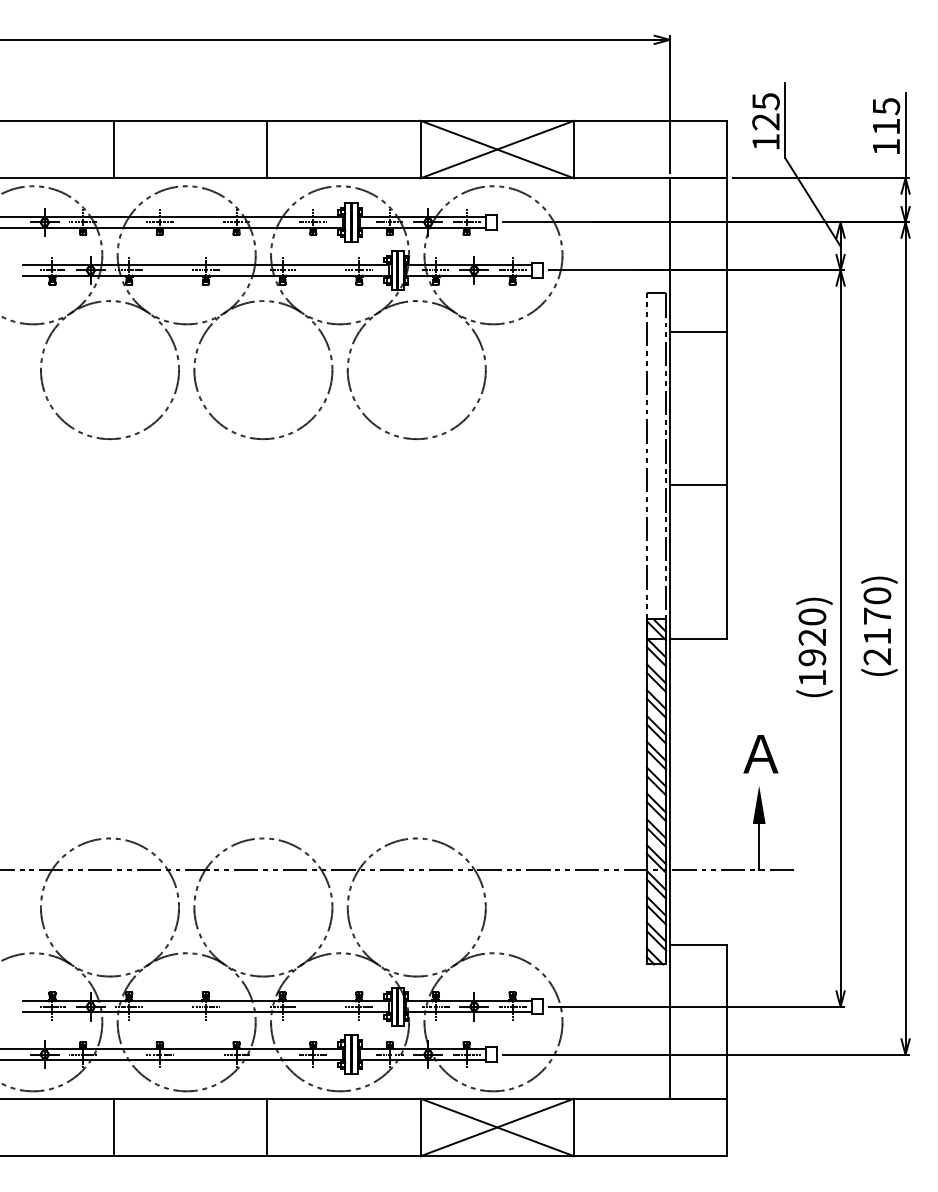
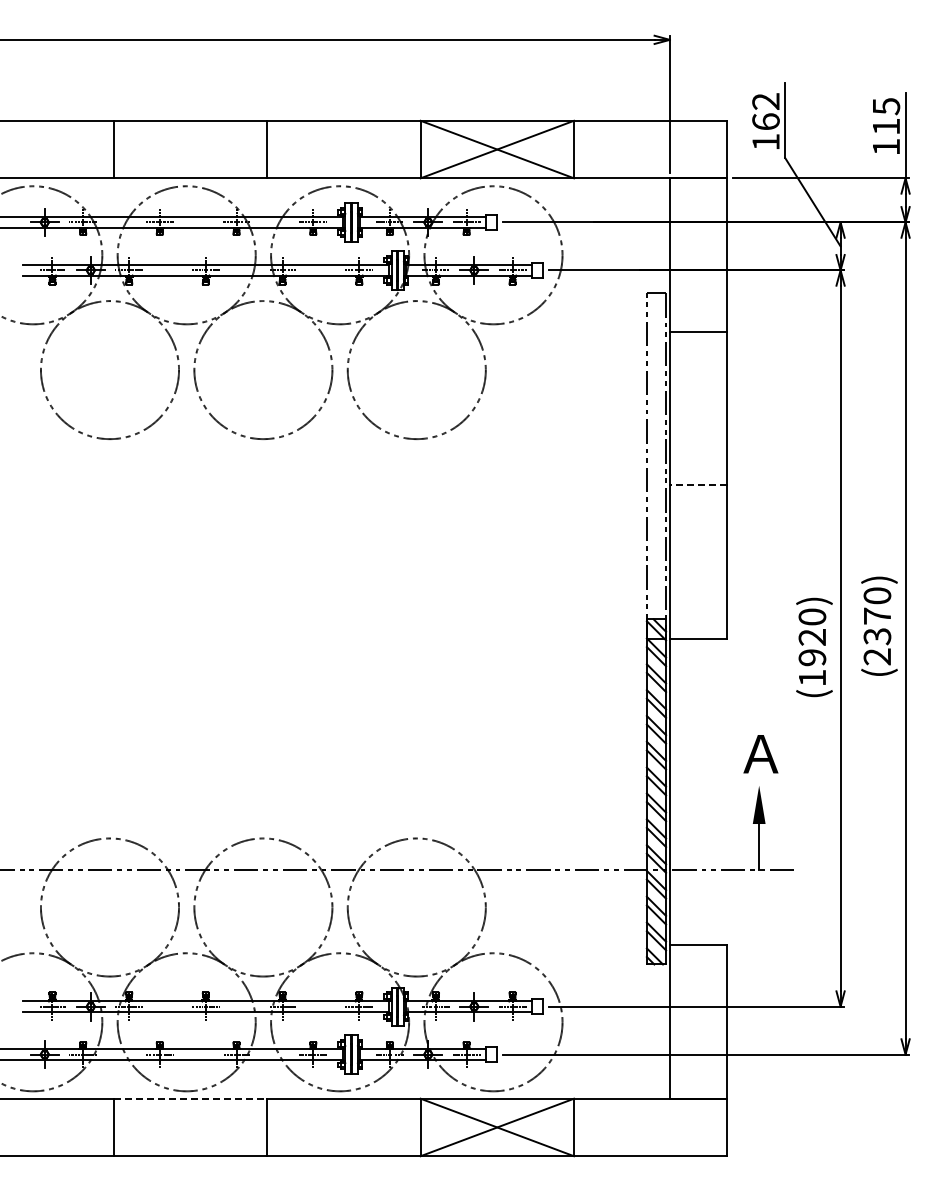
text at (765, 111): 125 -> 162
line at (698, 485): solid -> dashed
text at (877, 636): (2170) -> (2370)
line at (190, 1098): solid -> dashed
